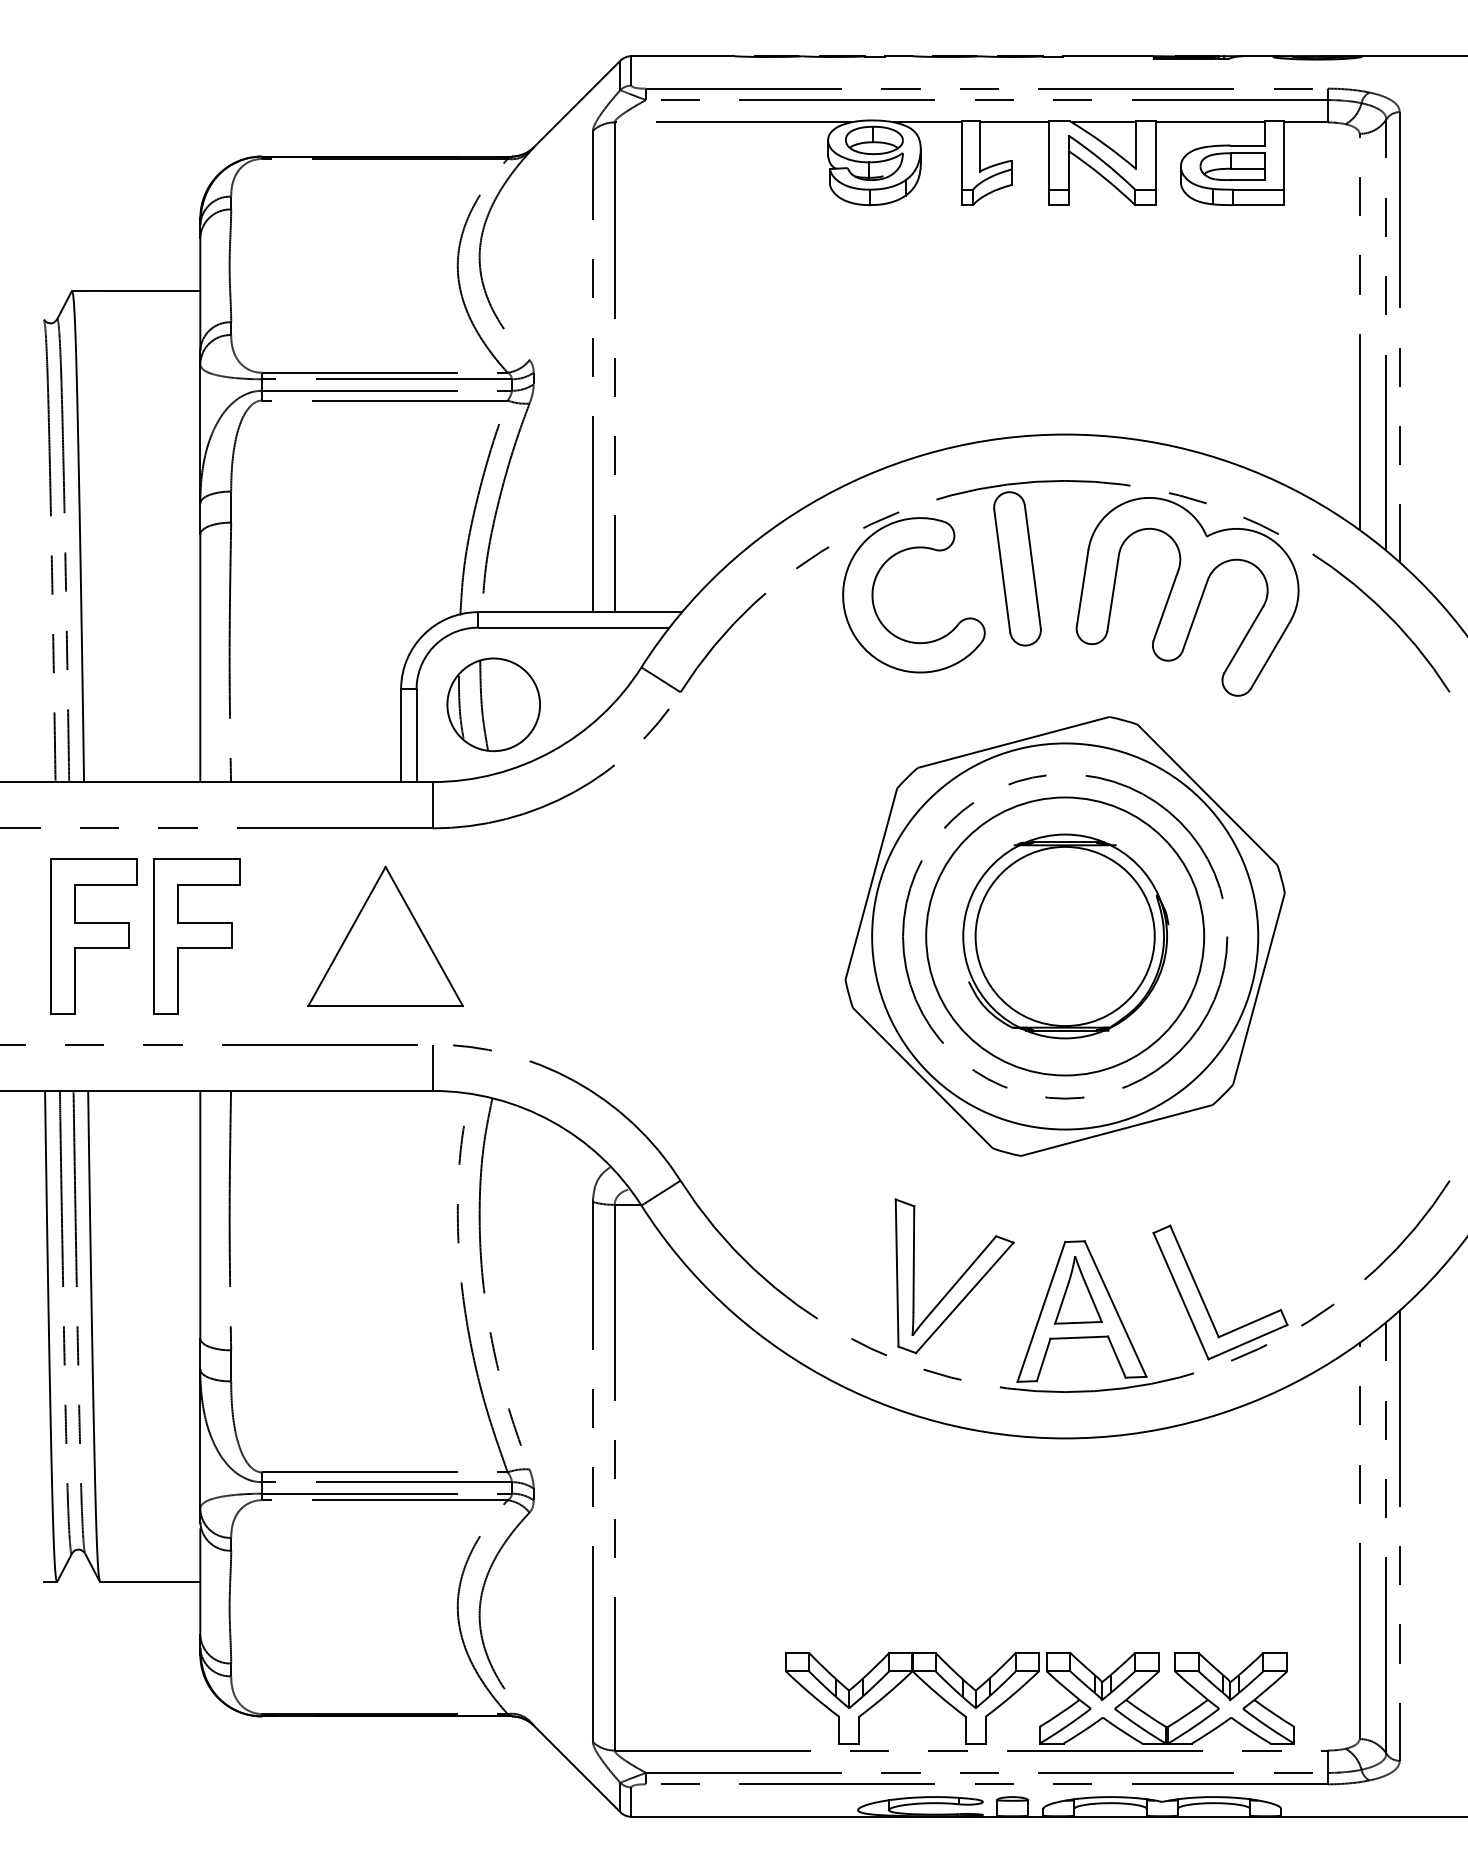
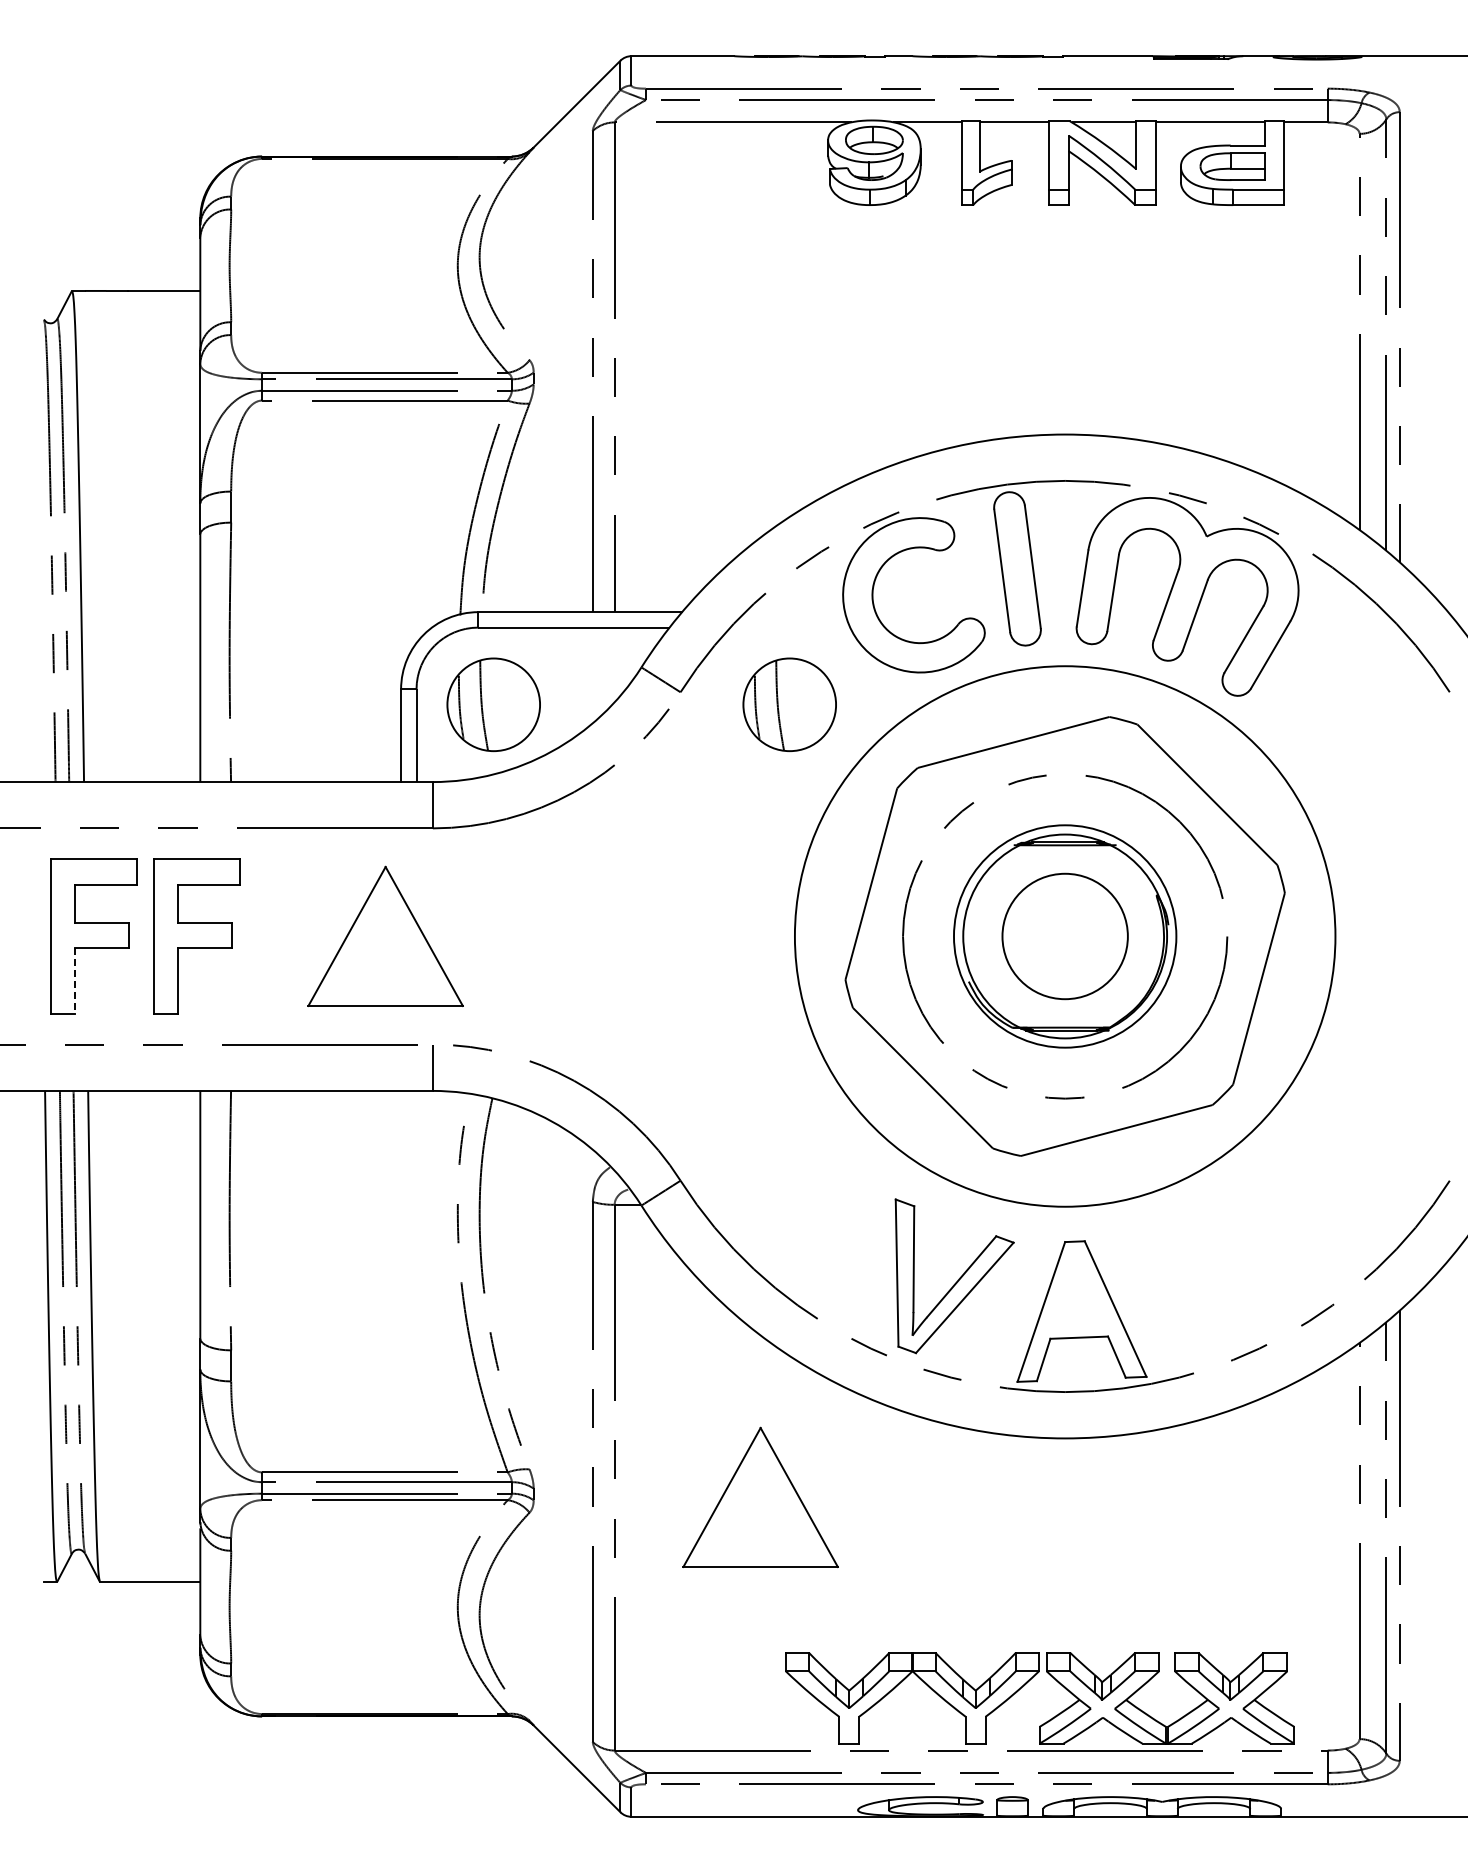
part at (789, 704): none -> present
circle at (1064, 936) diameter: 179 px -> 125 px
circle at (1065, 936) diameter: 278 px -> 222 px
circle at (1065, 936) diameter: 386 px -> 541 px
line at (75, 981): solid -> dashed
part at (1078, 1290): present -> none
part at (1204, 1301): present -> none
part at (760, 1496): none -> present
